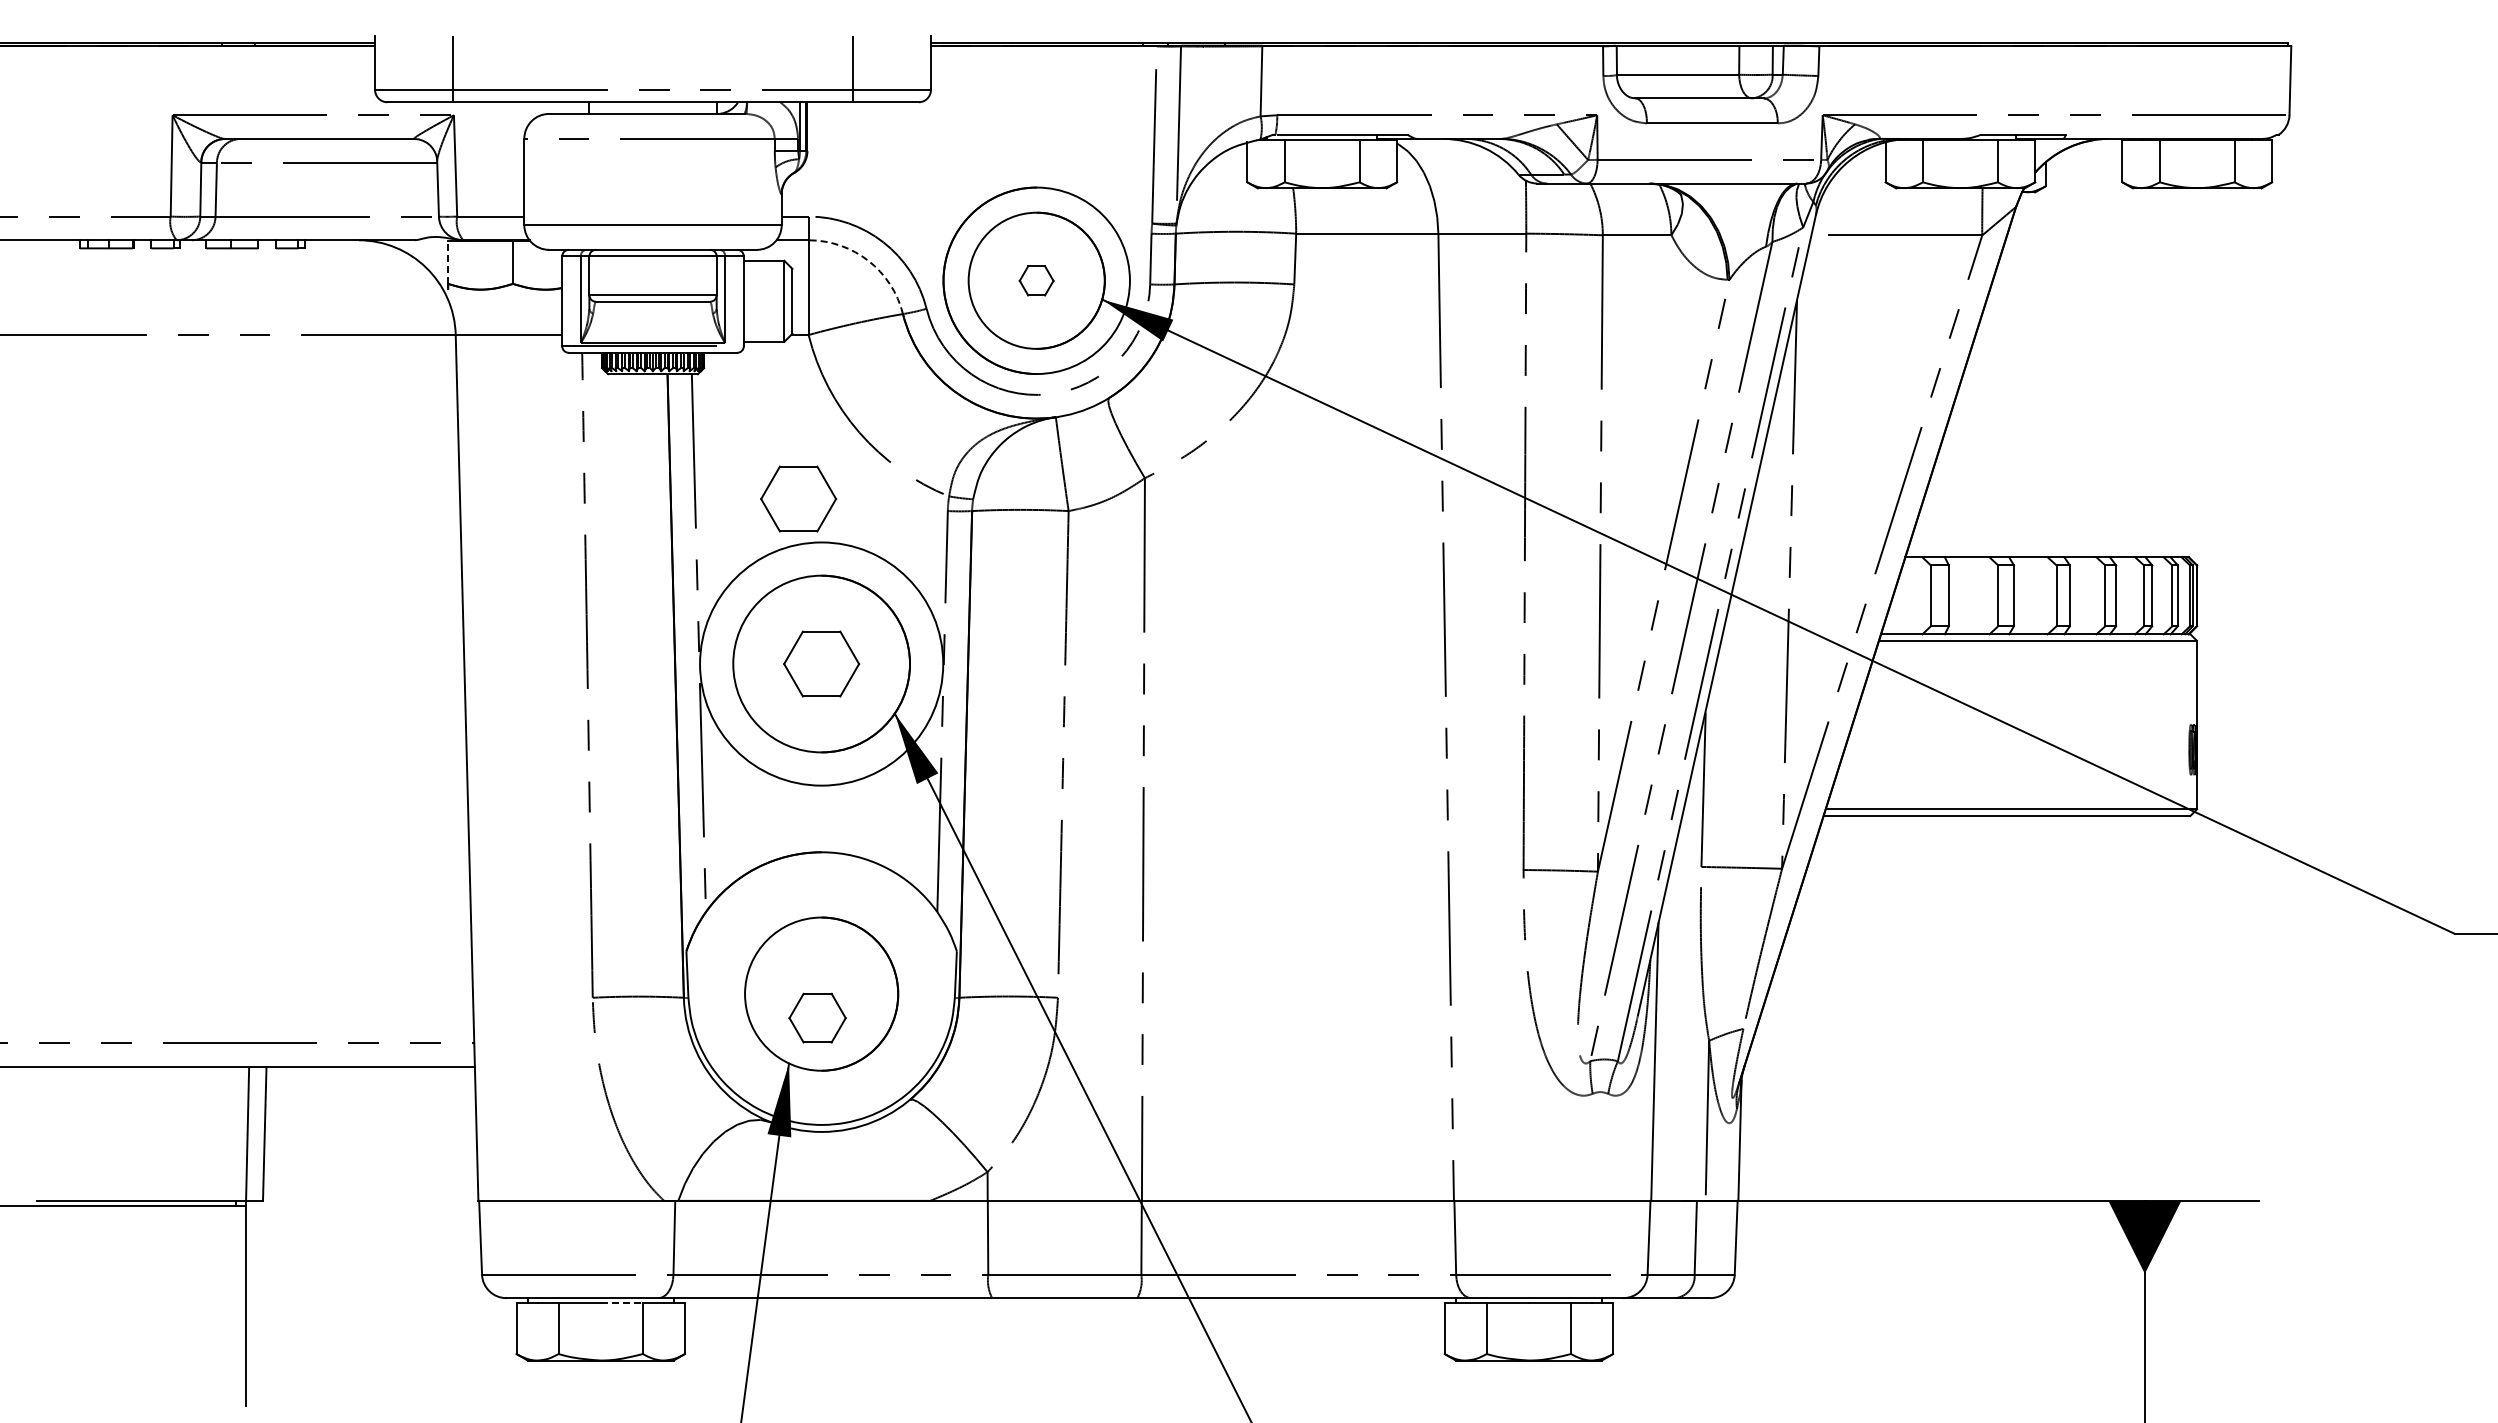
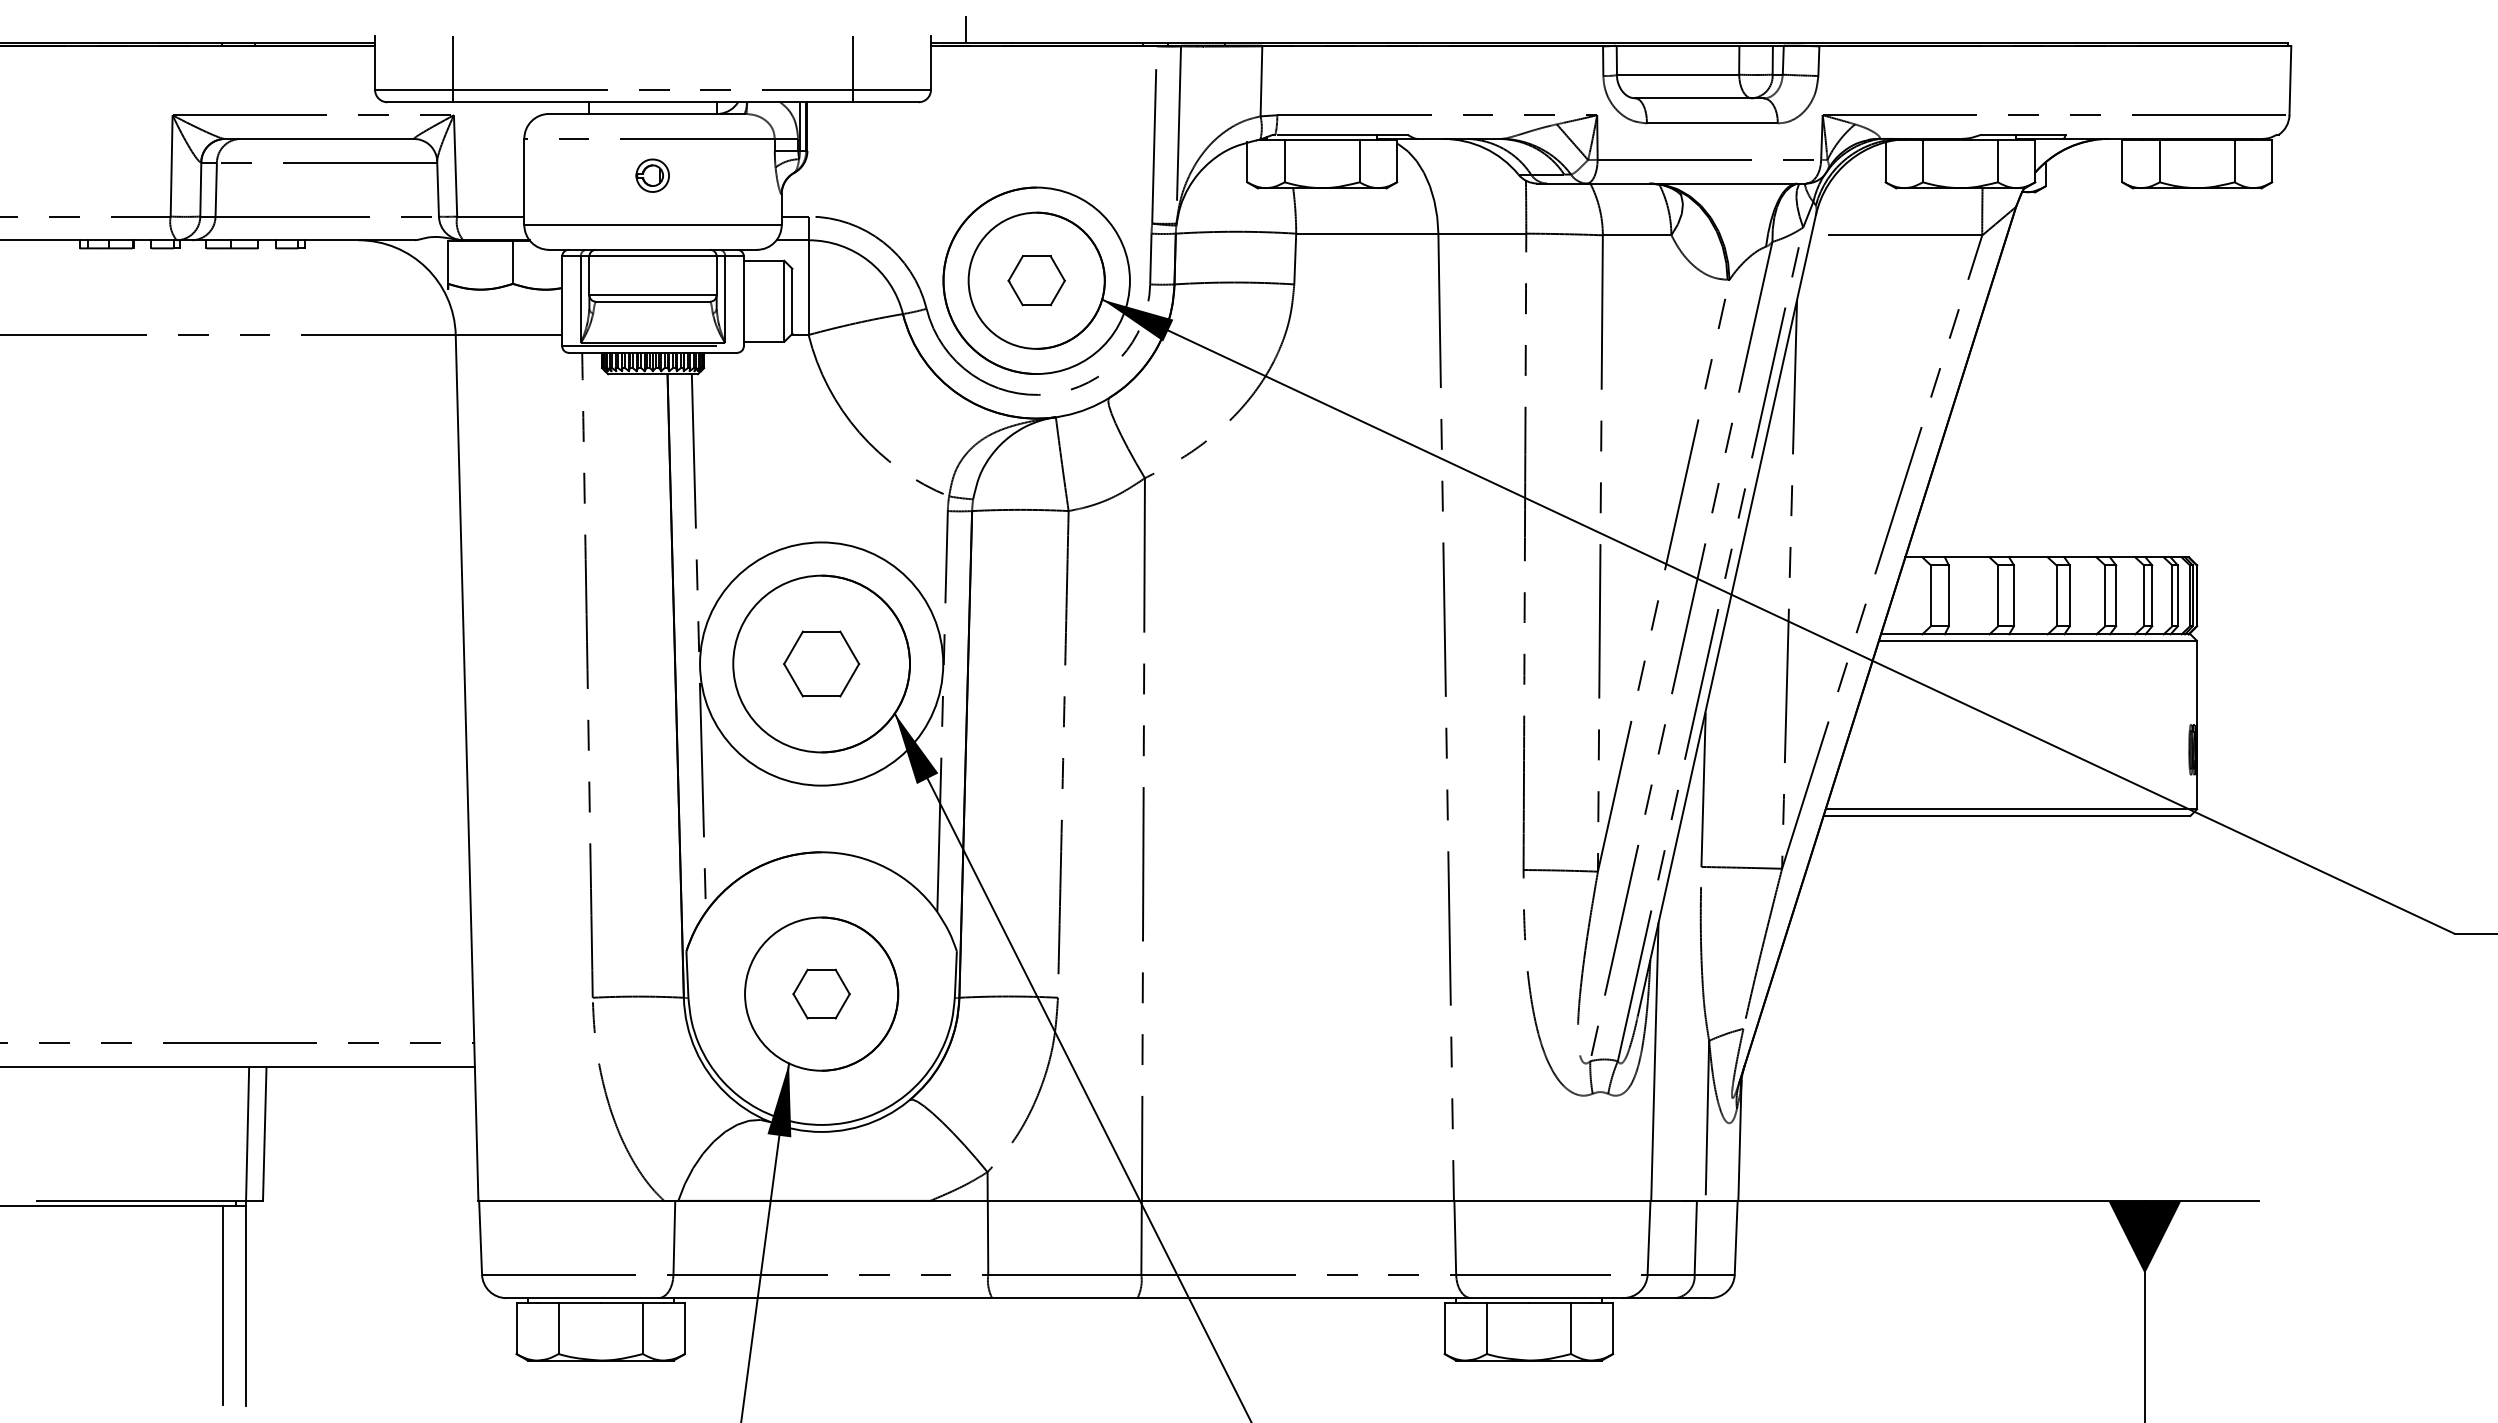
line at (966, 28): none -> present
part at (652, 175): none -> present
arc at (868, 260): dashed -> solid
line at (448, 261): dashed -> solid
part at (1036, 280) size: 37x32 px -> 59x52 px
part at (798, 498): present -> none
part at (817, 1017) position: (817, 1017) -> (821, 993)
line at (622, 1303): dashed -> solid
line at (222, 1305): none -> present
